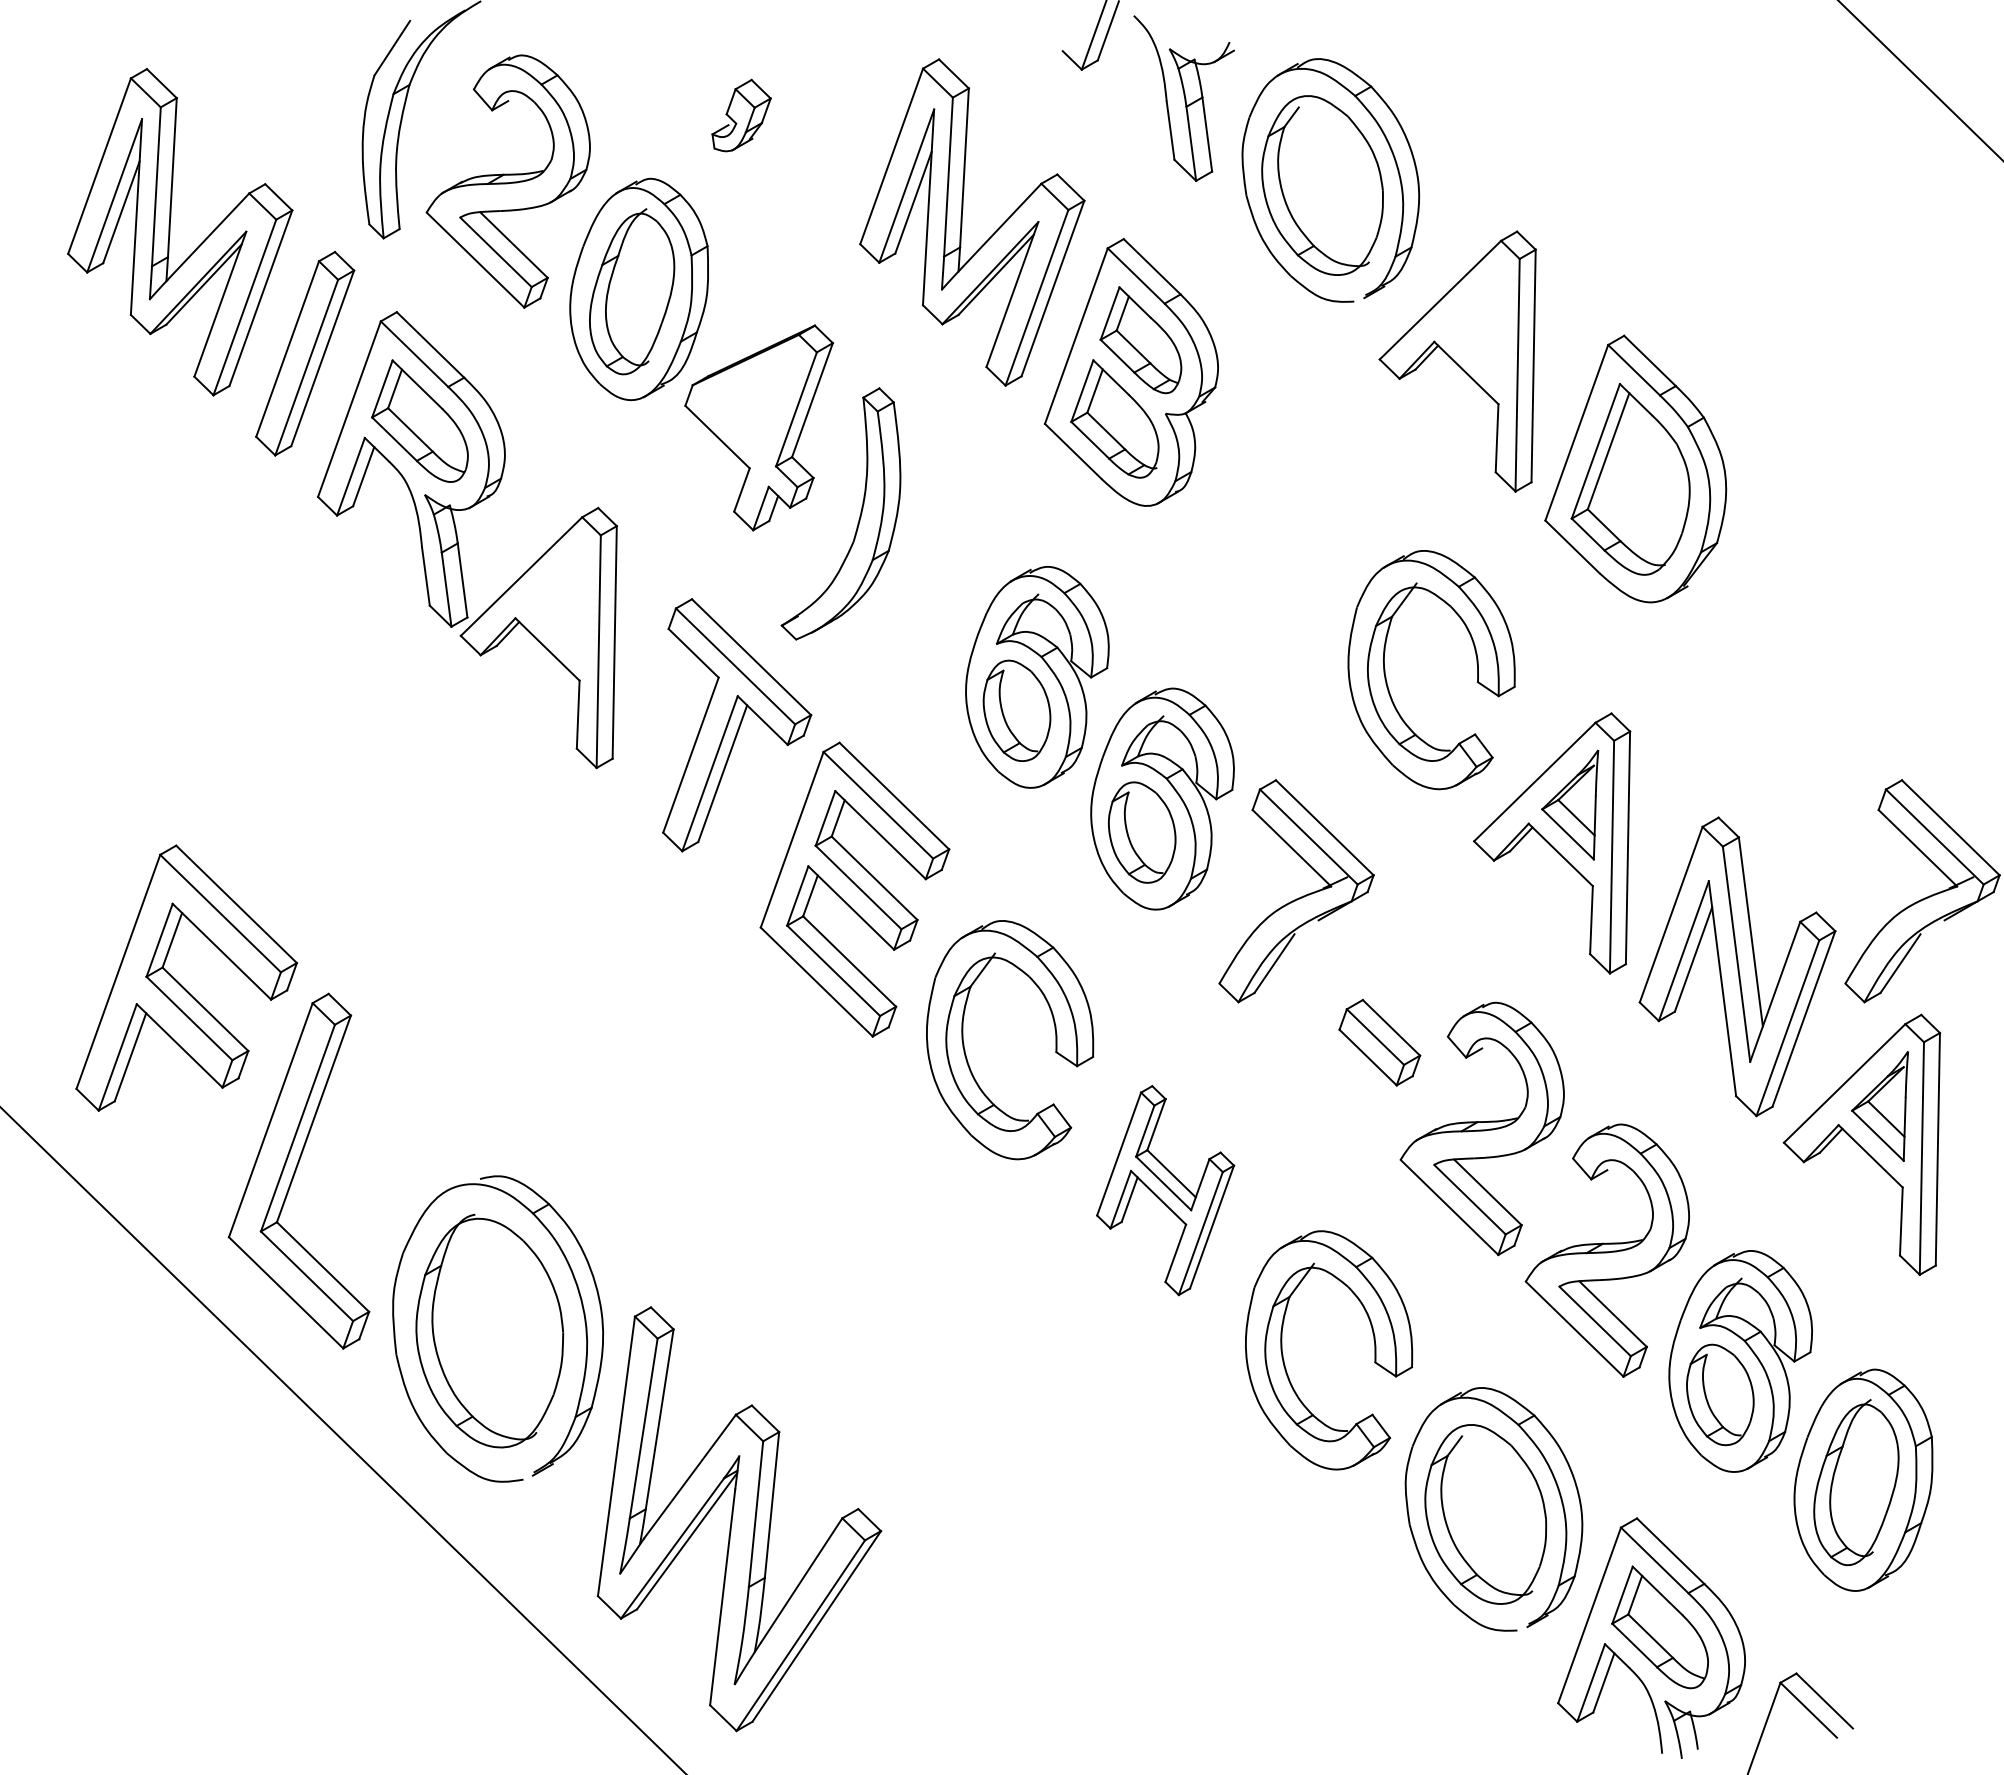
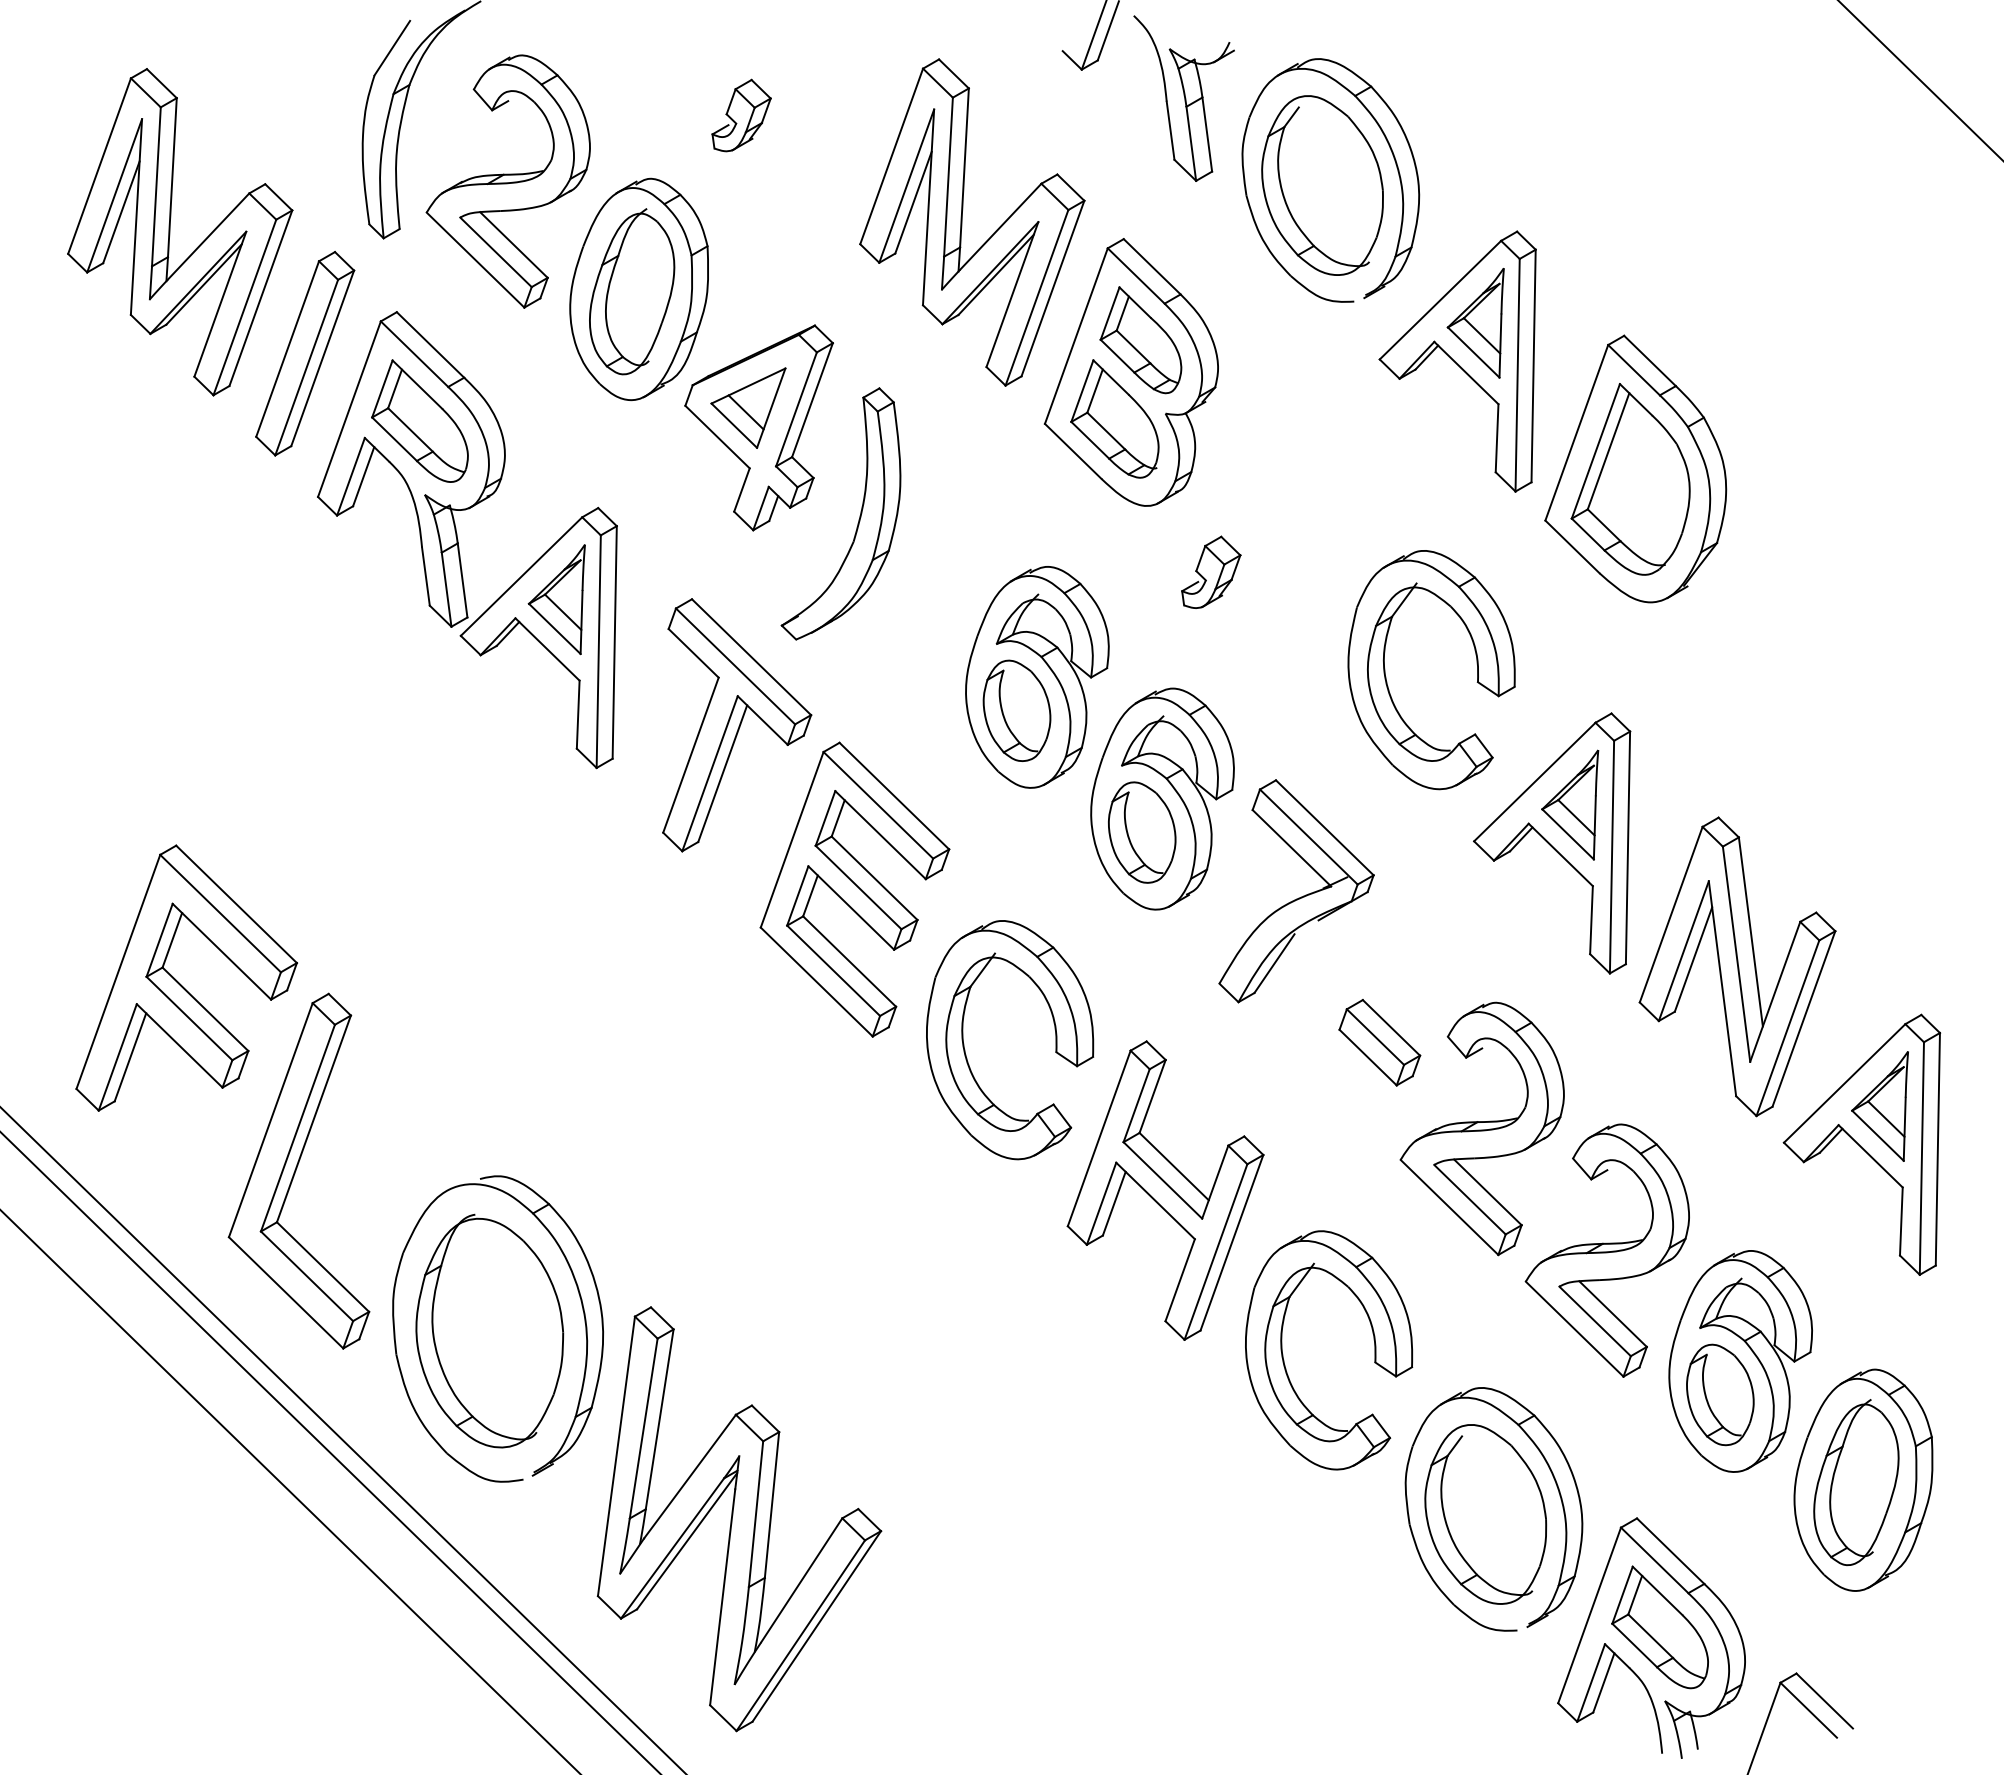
part at (1475, 323): none -> present
part at (748, 407): none -> present
part at (1211, 571): none -> present
part at (556, 599): none -> present
part at (1924, 897): present -> none
part at (1165, 1190) size: 140x212 px -> 199x301 px
line at (330, 1452): none -> present
line at (290, 1491): none -> present
